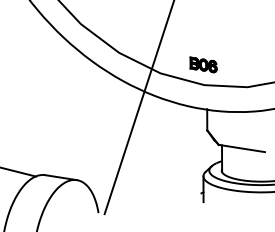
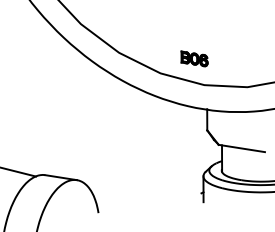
part at (203, 64) position: (203, 64) -> (194, 58)
line at (138, 108): present -> none
